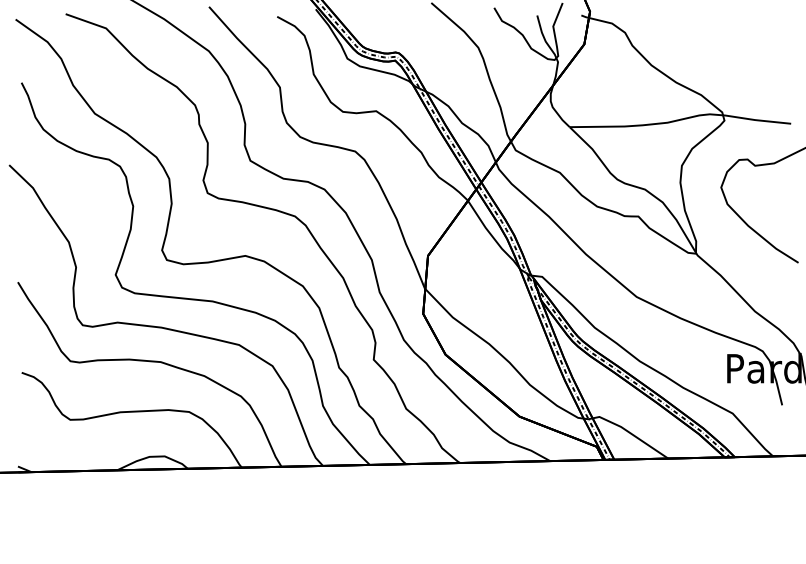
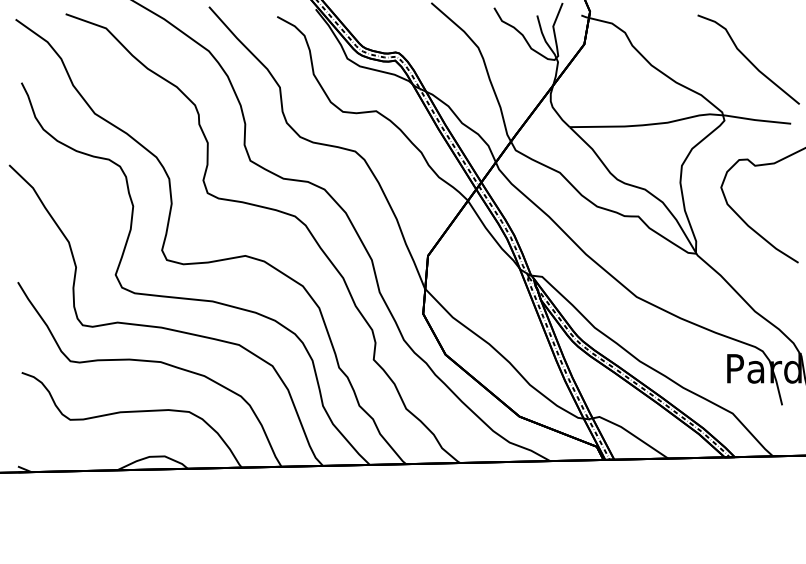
curve at (748, 59): none -> present
